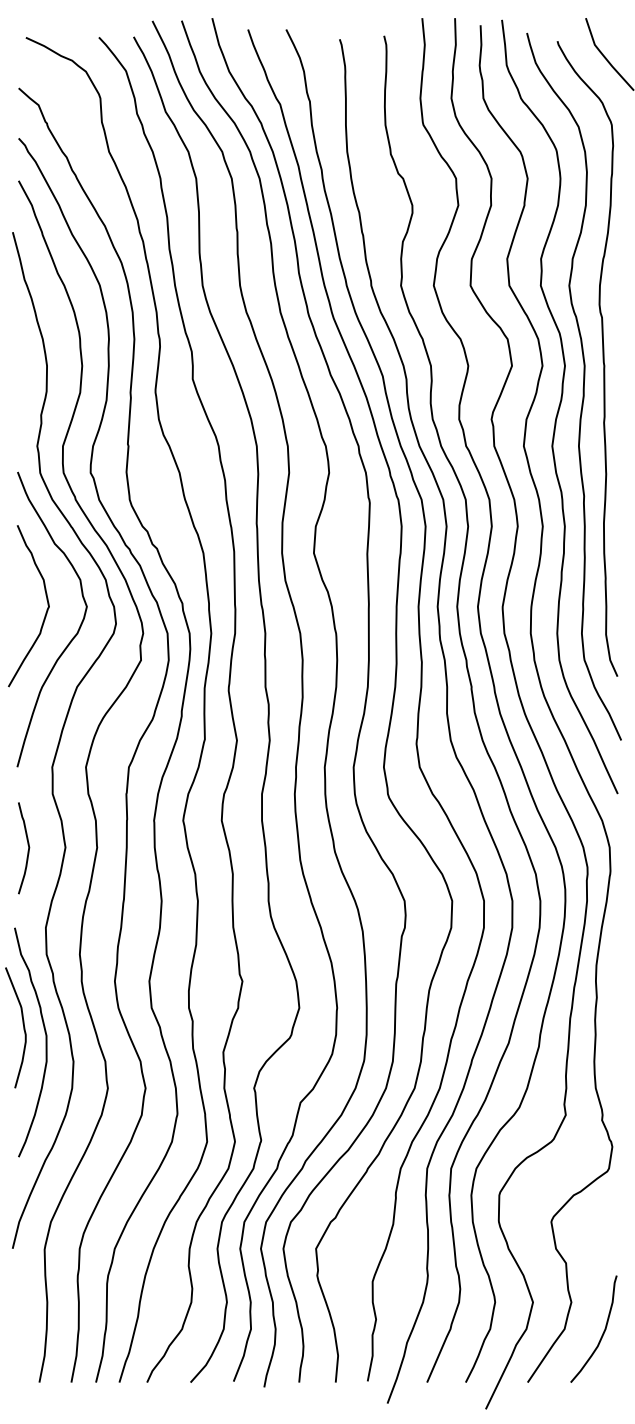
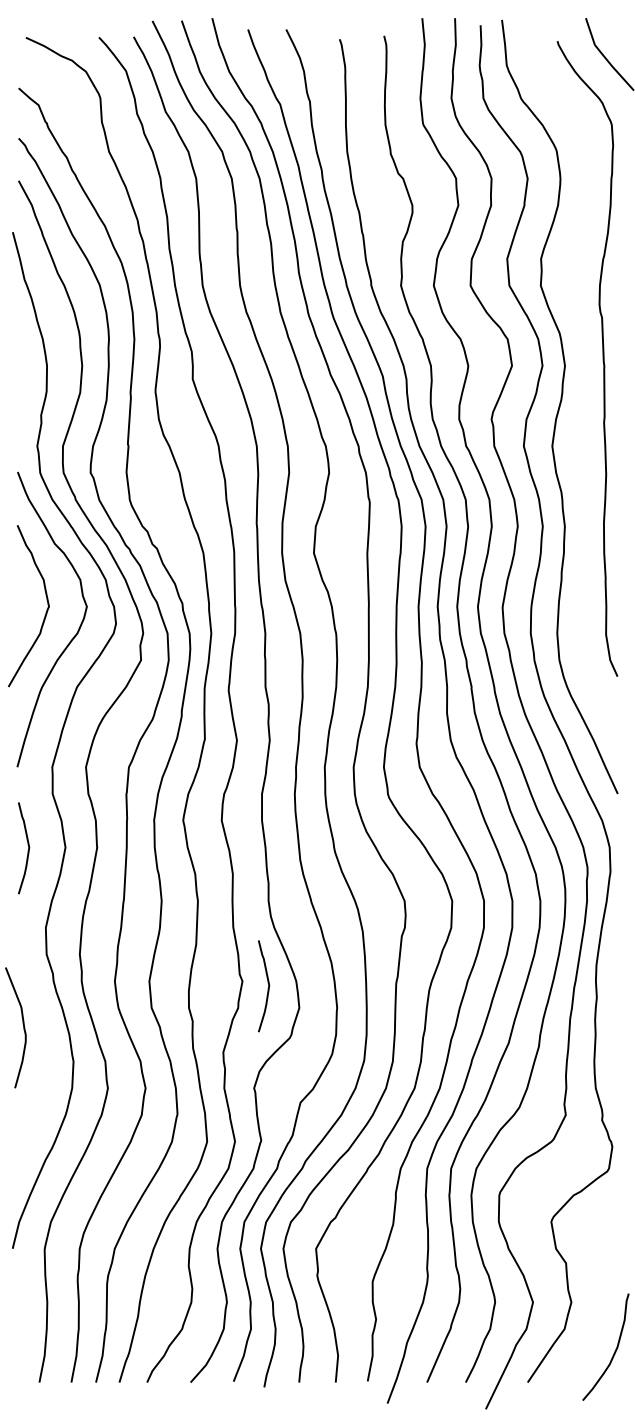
curve at (582, 388): present -> none
curve at (267, 988): none -> present
curve at (45, 1042): present -> none
curve at (603, 1330) position: (603, 1330) -> (615, 1348)
